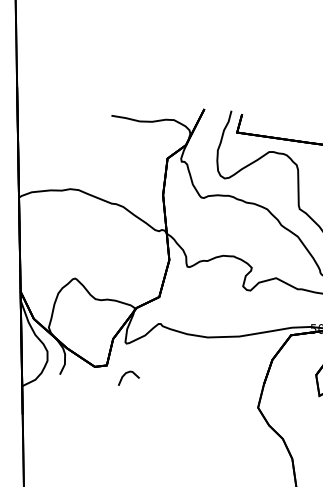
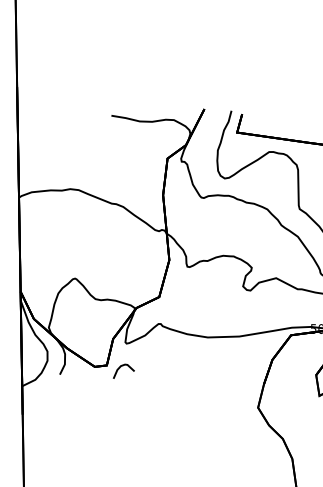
curve at (125, 375) position: (125, 375) -> (120, 368)
